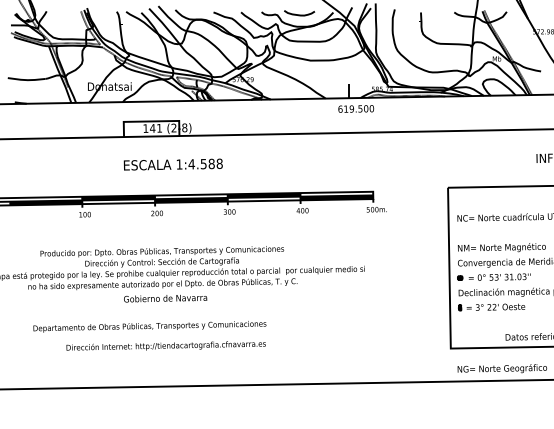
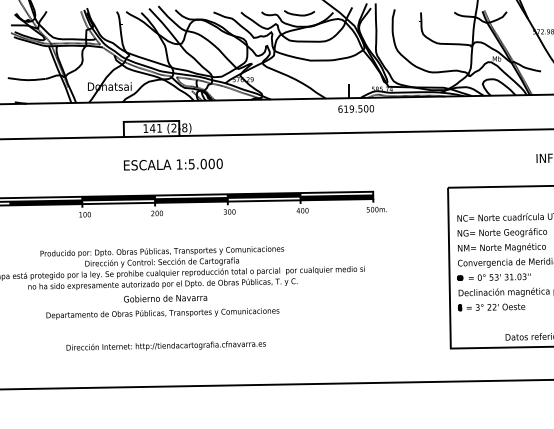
text at (205, 163): 1:4.588 -> 1:5.000
text at (149, 326) position: (149, 326) -> (162, 313)
text at (502, 368) position: (502, 368) -> (502, 232)
